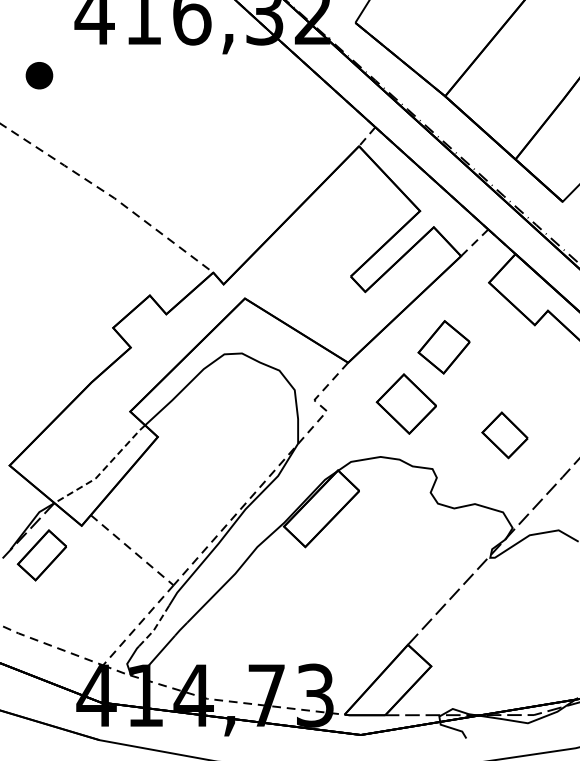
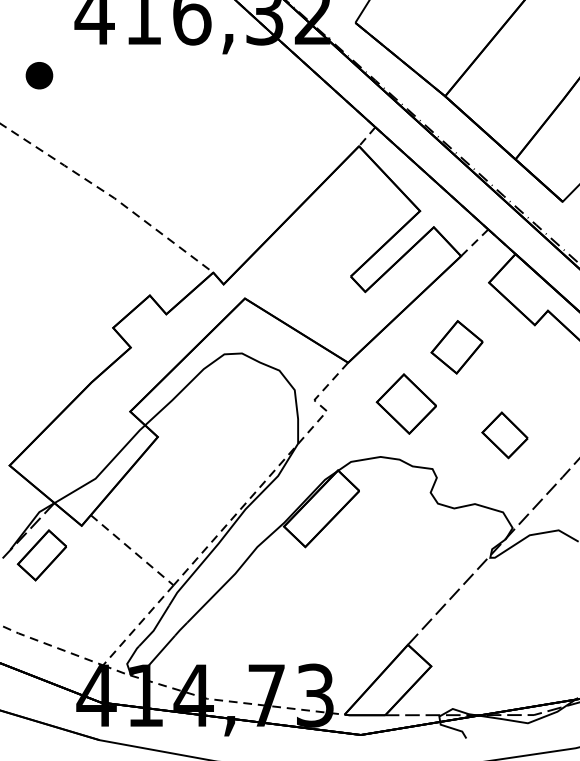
part at (443, 347) position: (443, 347) -> (456, 347)
line at (104, 469): dashed -> solid
line at (155, 627): dashed -> solid
